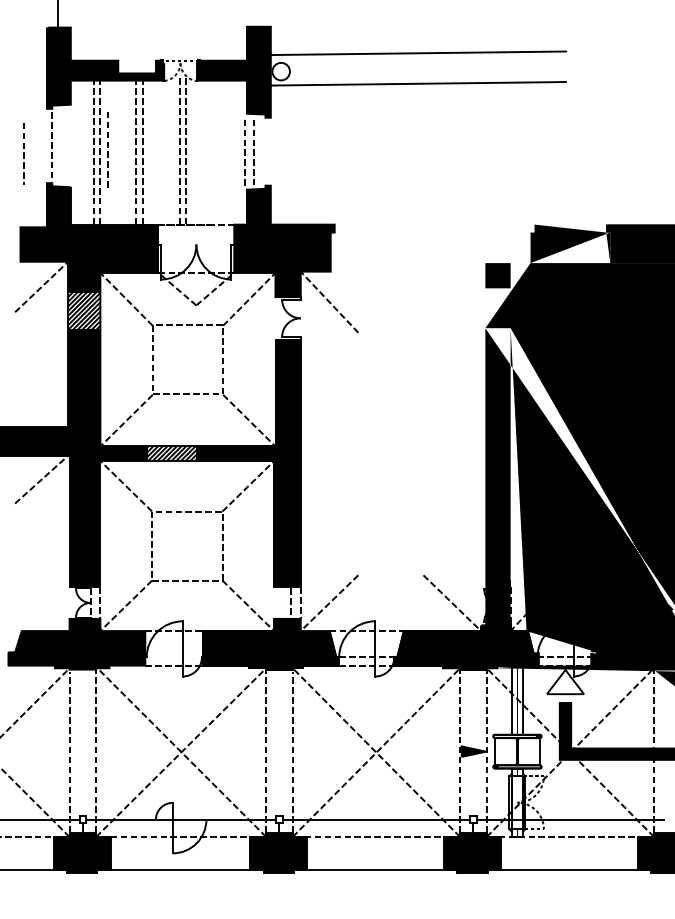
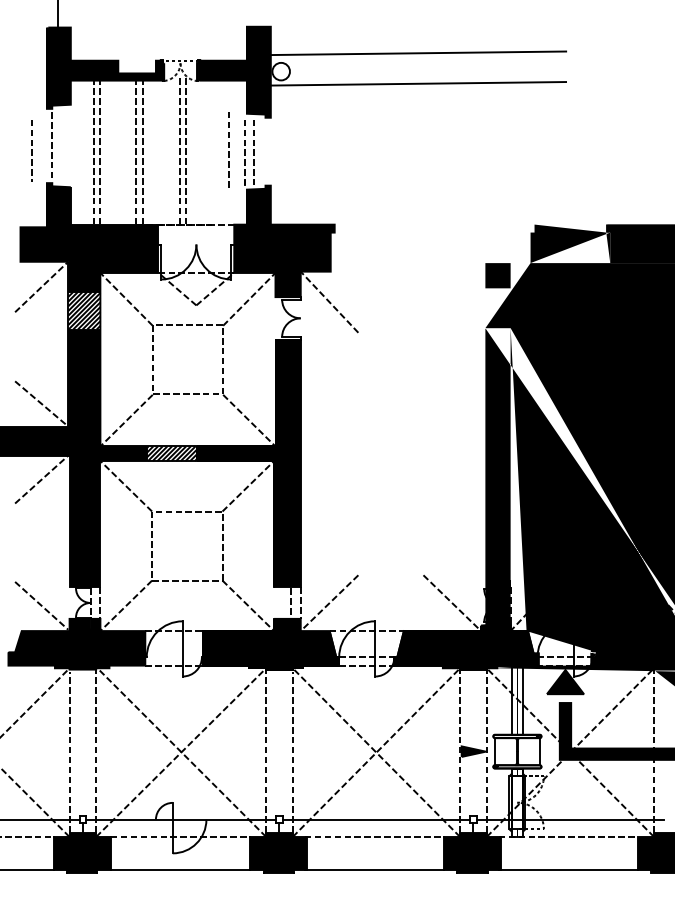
line at (107, 147) position: (107, 147) -> (228, 147)
line at (23, 153) position: (23, 153) -> (31, 150)
line at (41, 403): none -> present
line at (41, 605): none -> present
fill at (565, 681): none -> present
